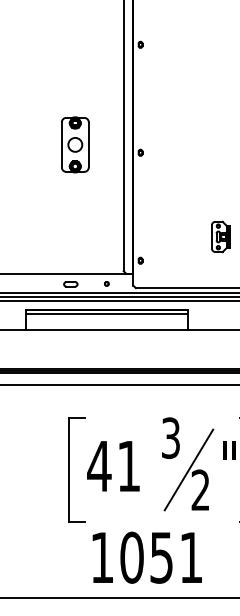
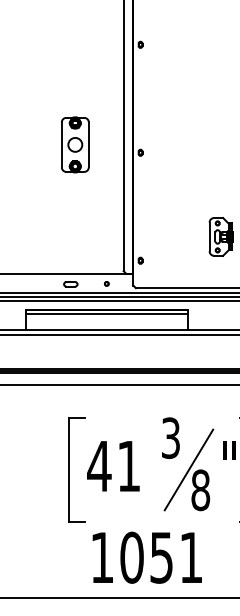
part at (220, 236) size: 20x34 px -> 26x40 px
line at (119, 334): none -> present
text at (200, 490): 2 -> 8
